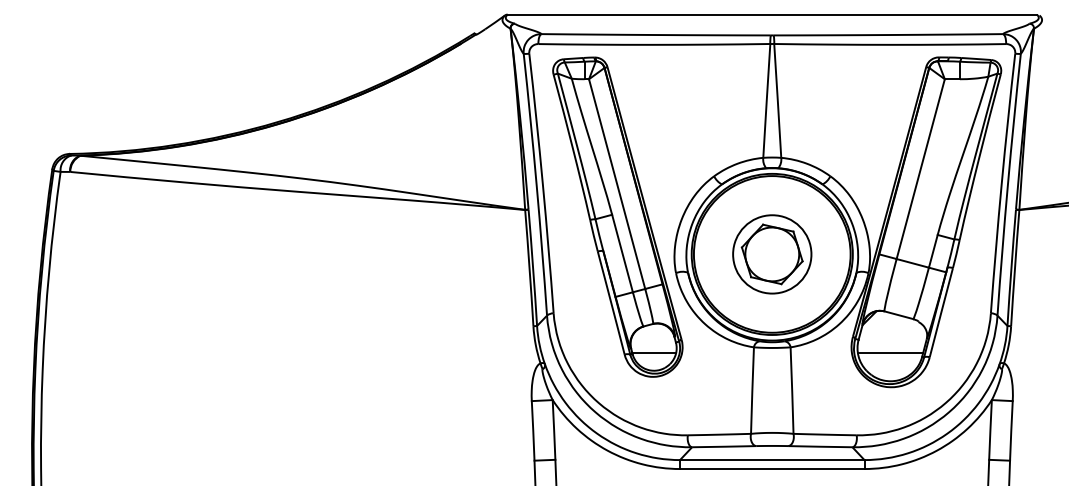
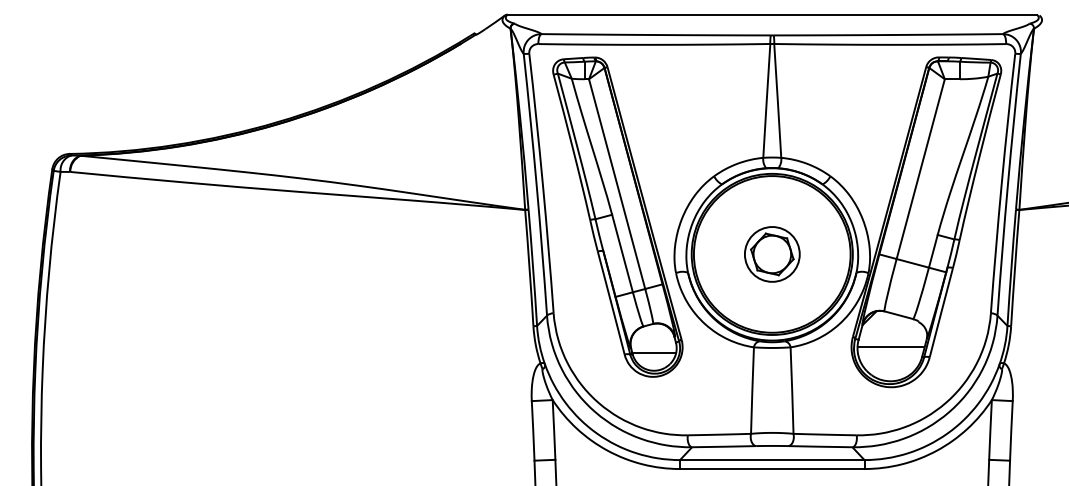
part at (772, 254) size: 81x81 px -> 57x57 px
line at (890, 352) position: (890, 352) -> (890, 346)
